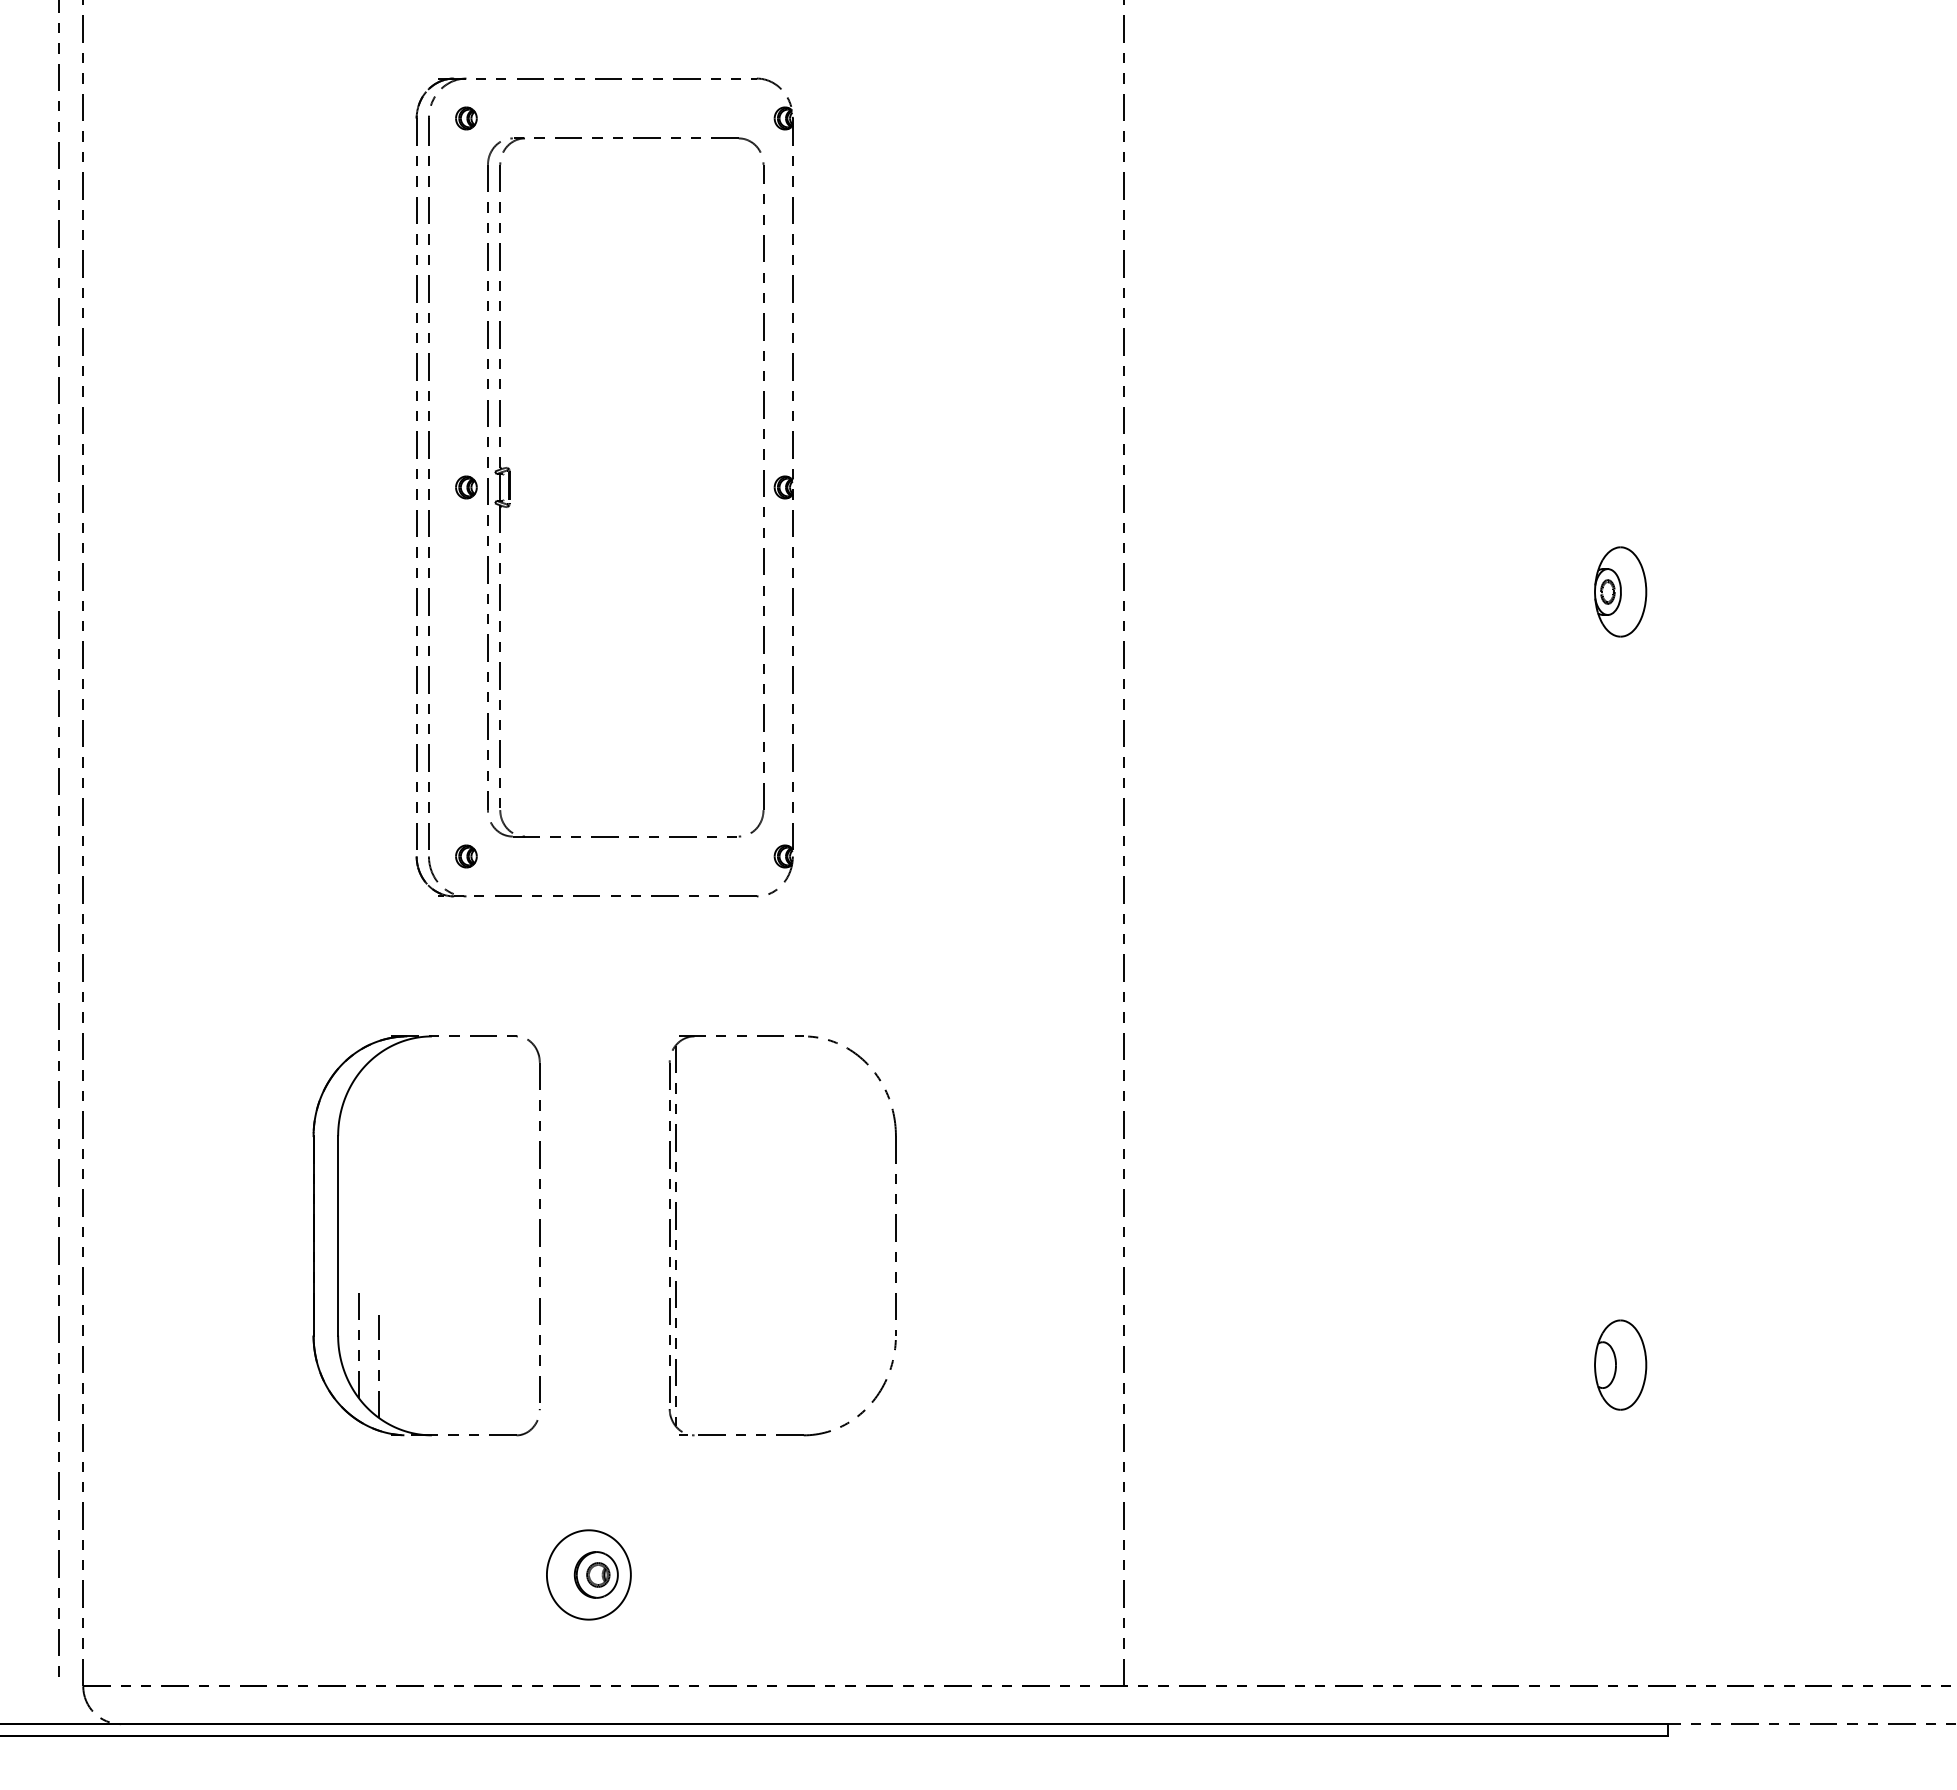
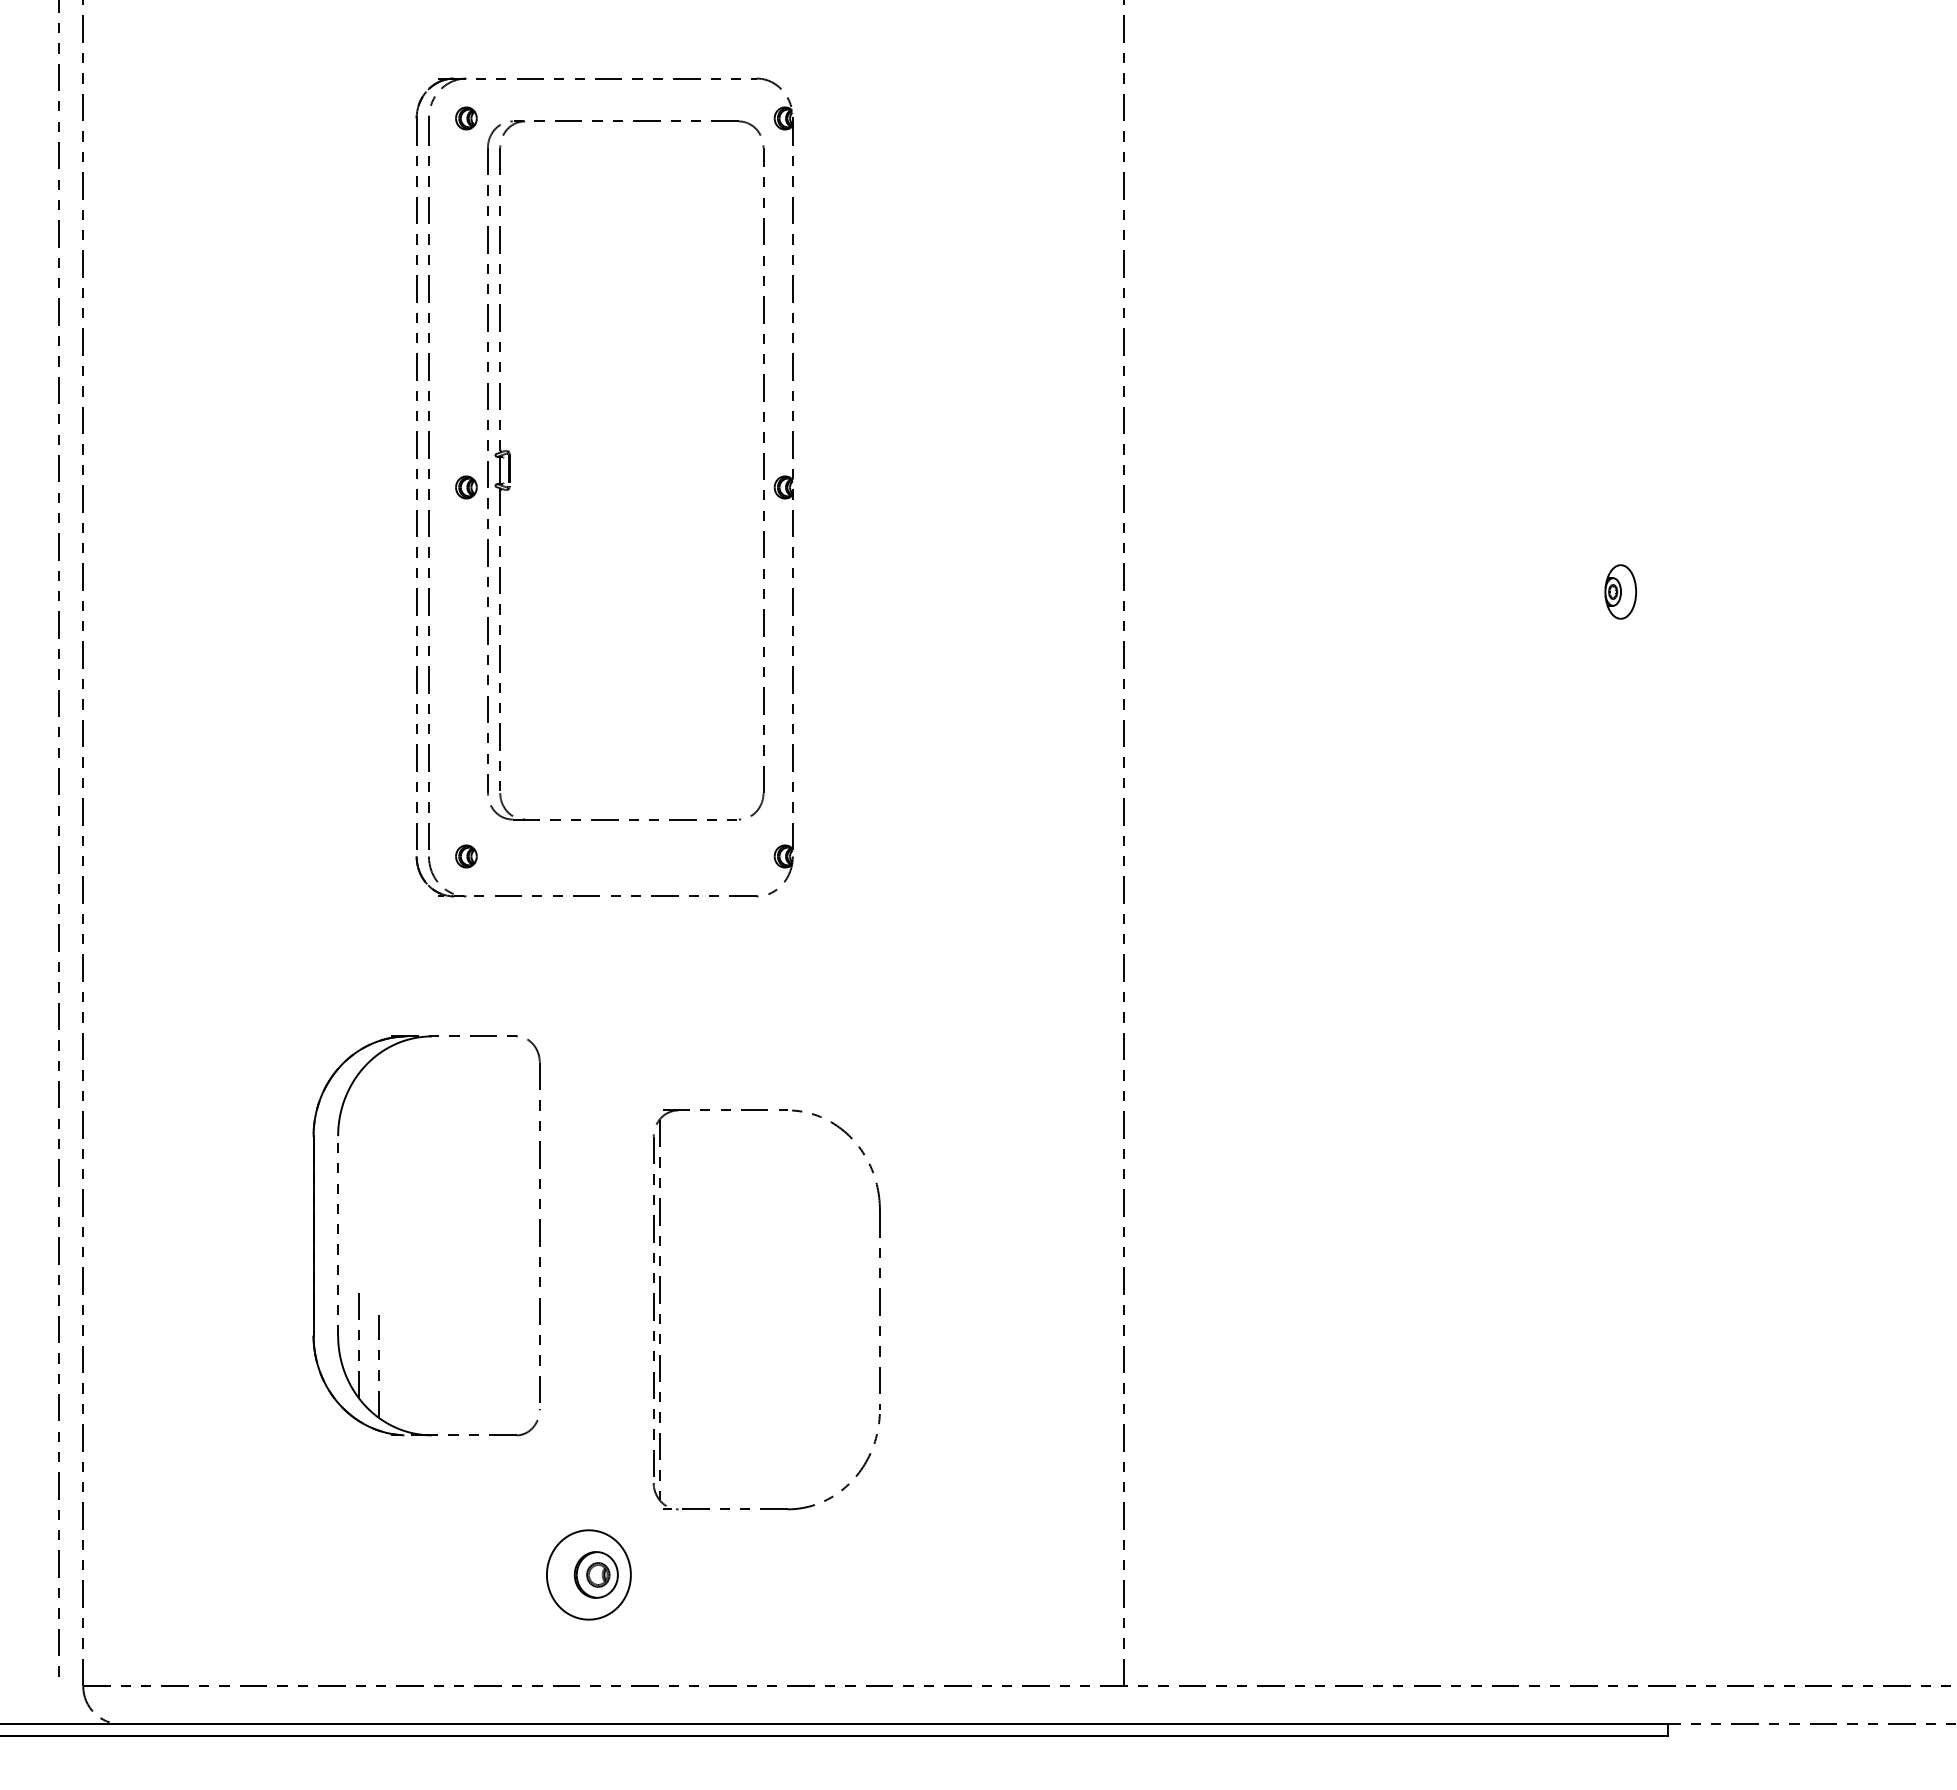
part at (510, 487) position: (510, 487) -> (510, 470)
part at (1620, 591) size: 54x92 px -> 34x56 px
line at (338, 1235): solid -> dashed
part at (676, 1240) position: (676, 1240) -> (660, 1314)
part at (1620, 1364): present -> none
